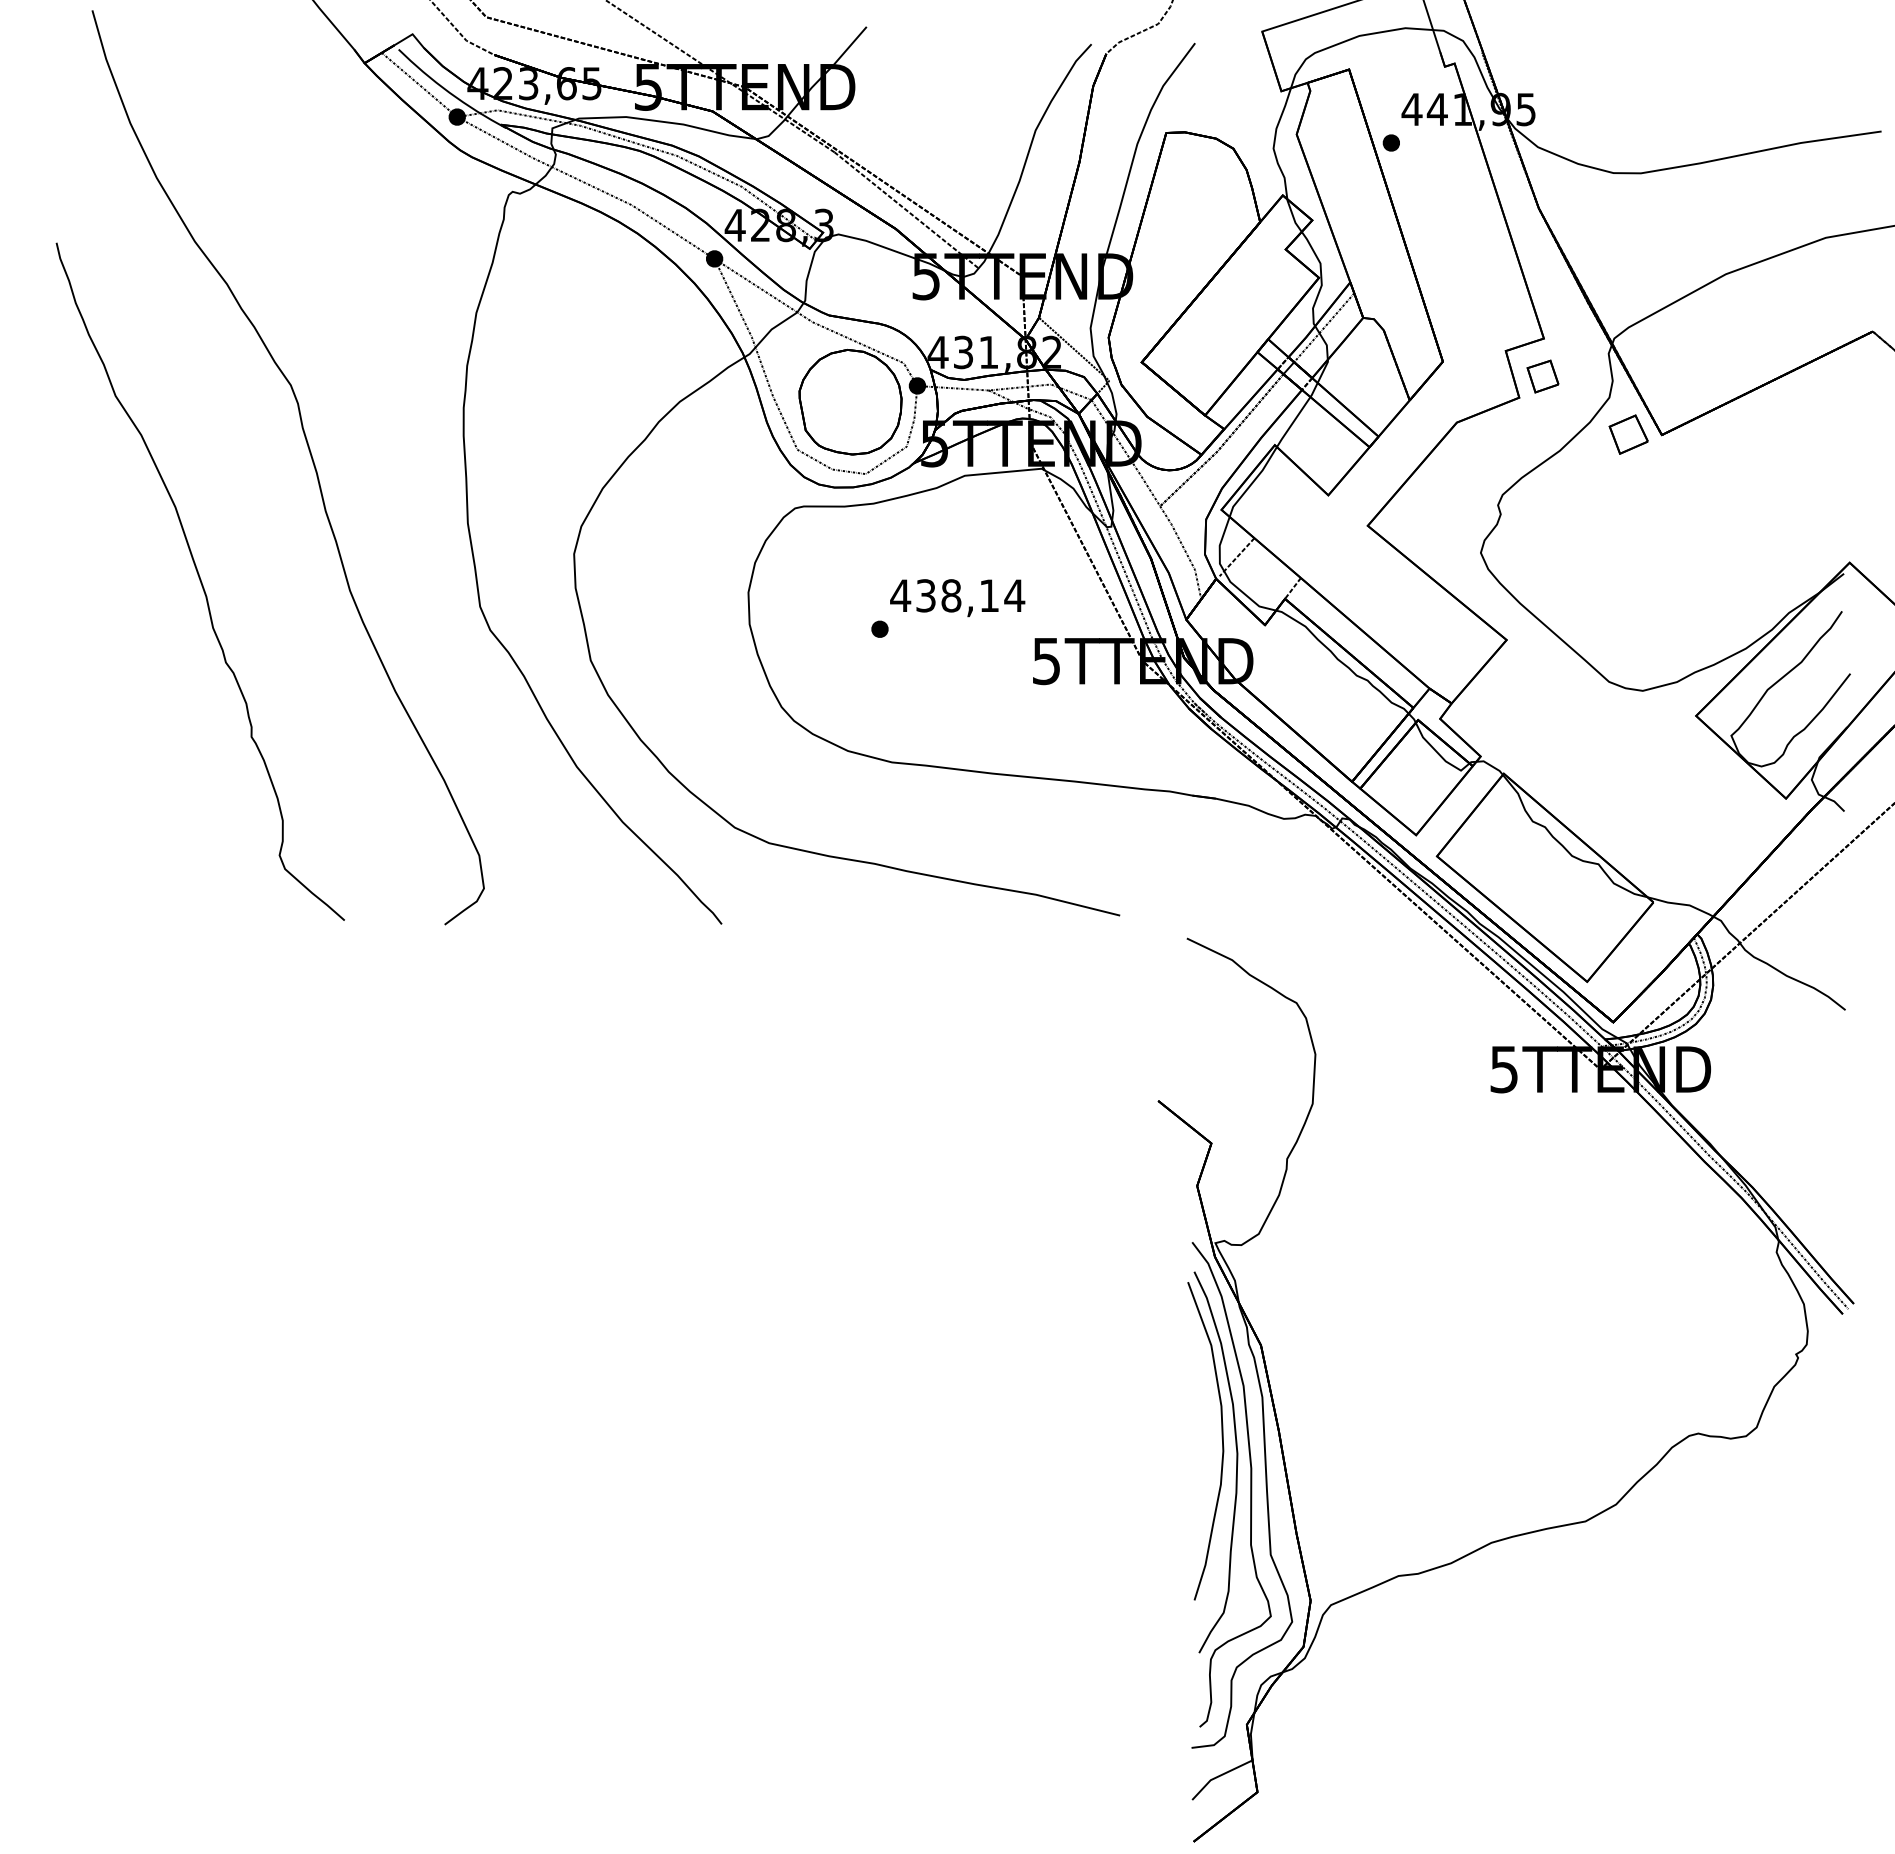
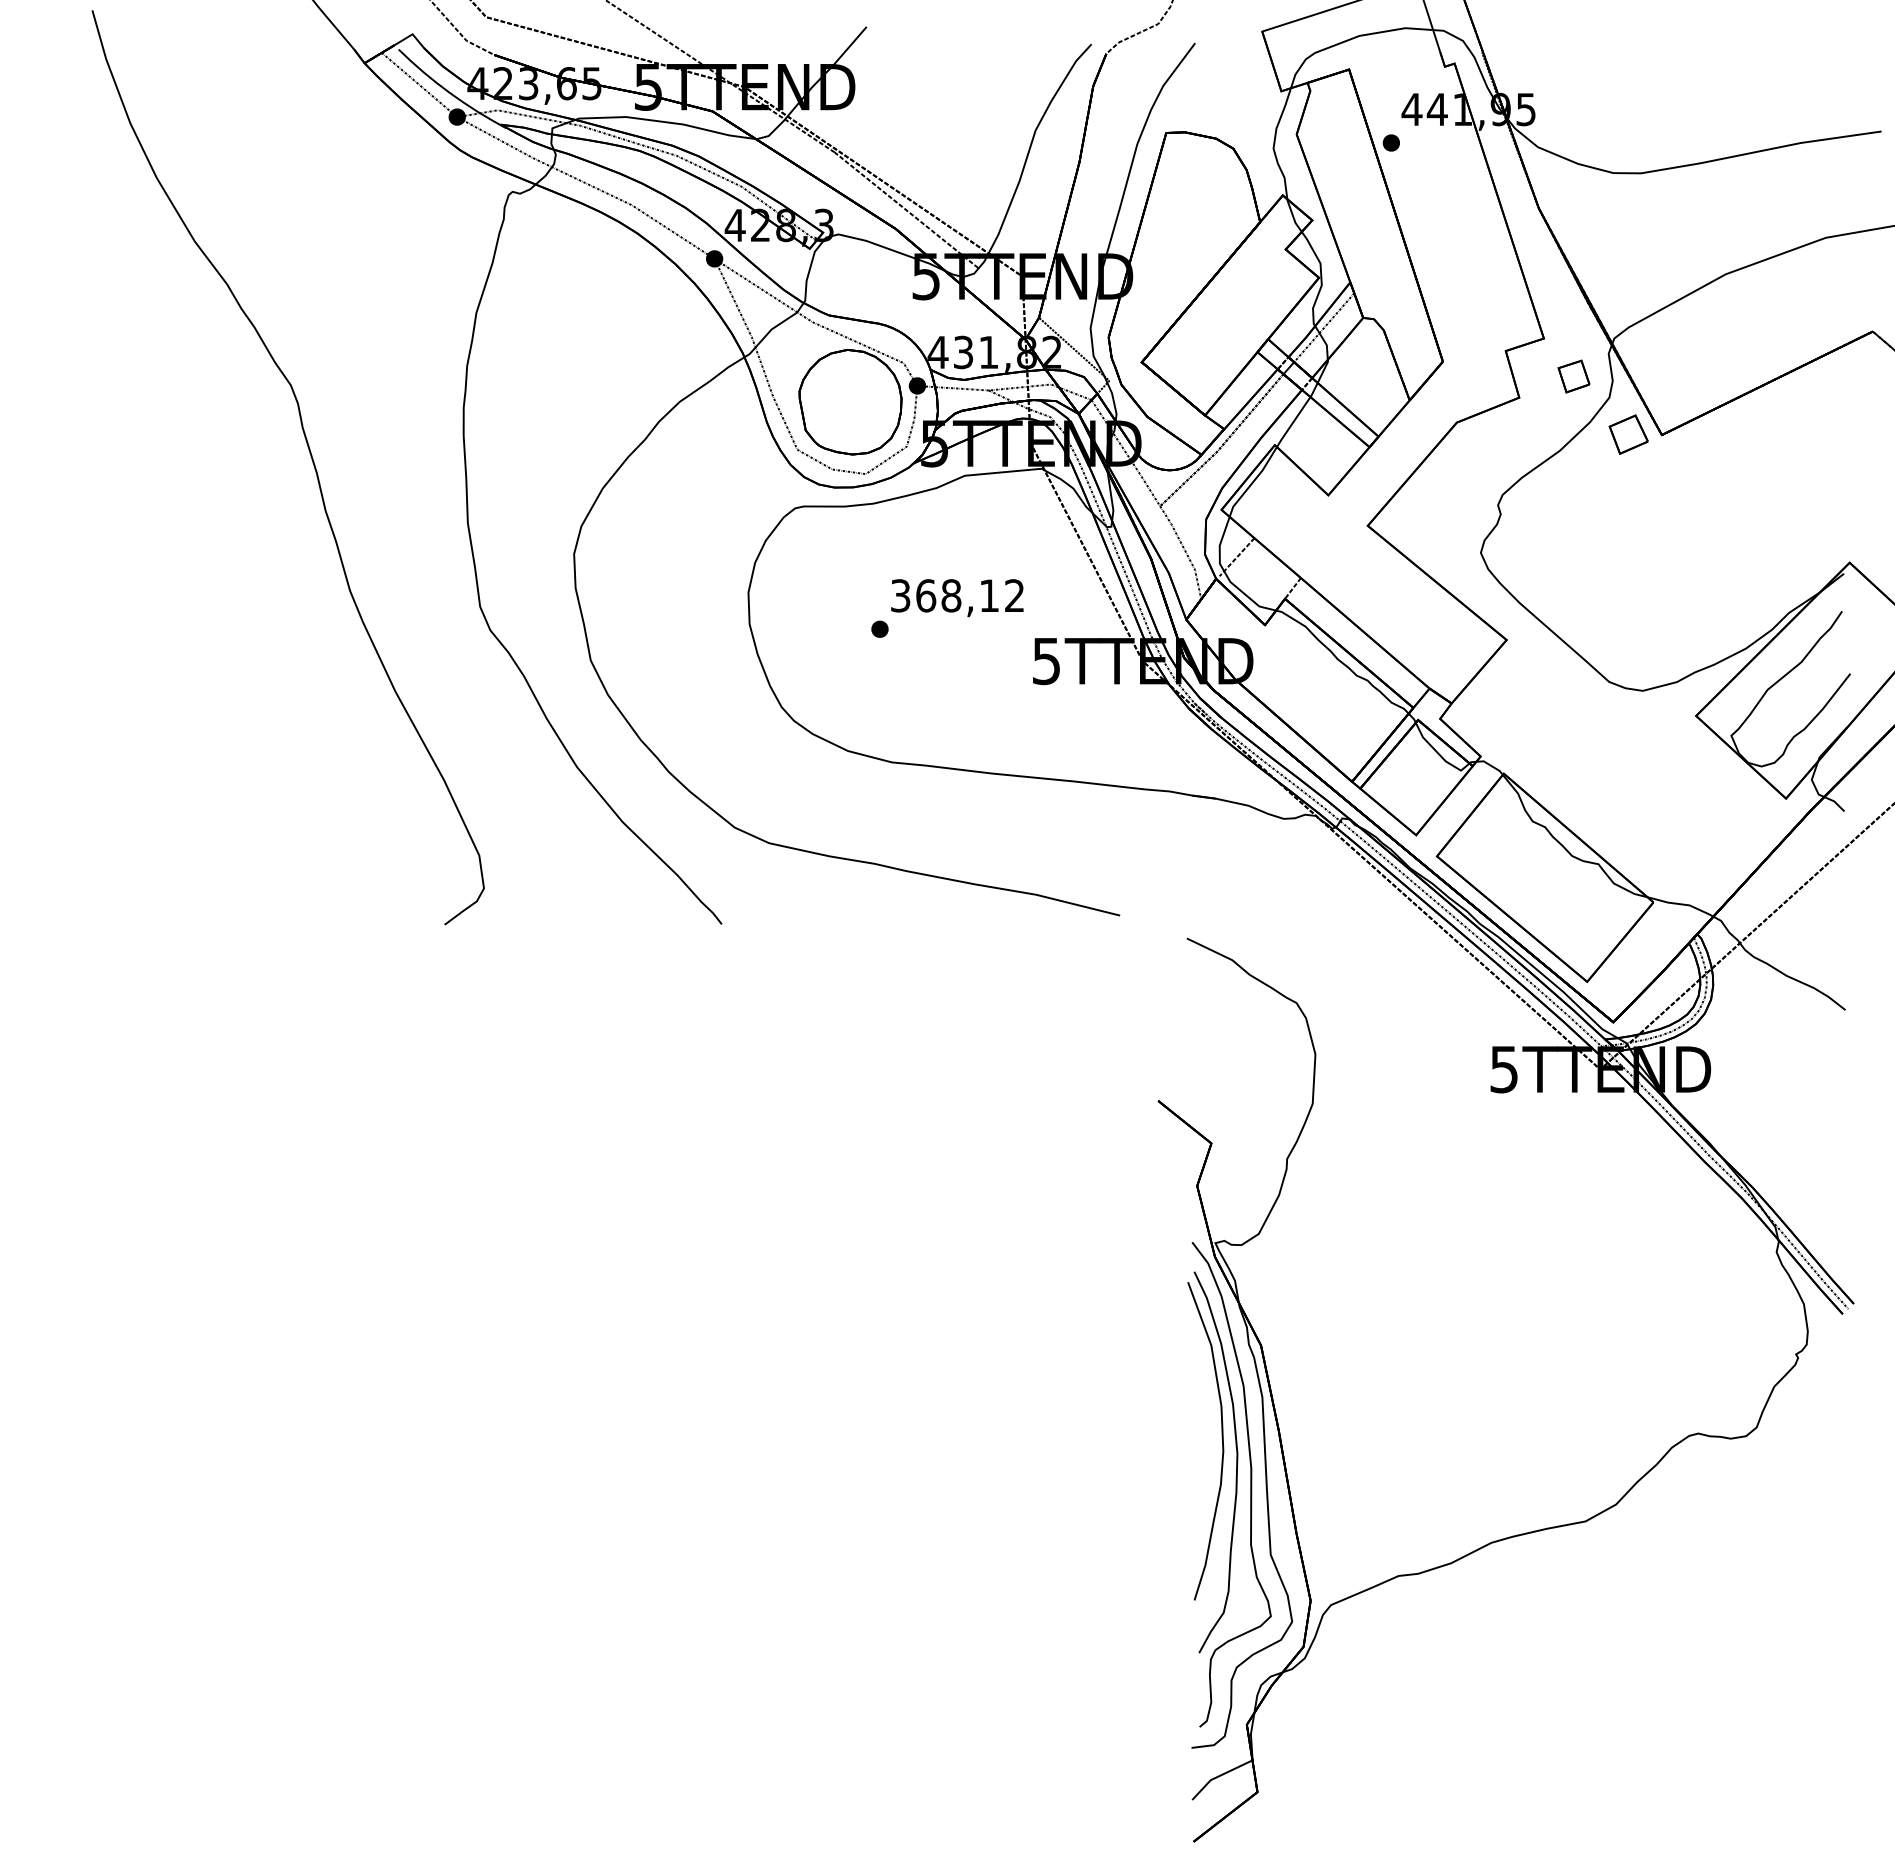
part at (1542, 376) position: (1542, 376) -> (1573, 376)
curve at (199, 580): present -> none
text at (957, 595): 438,14 -> 368,12
